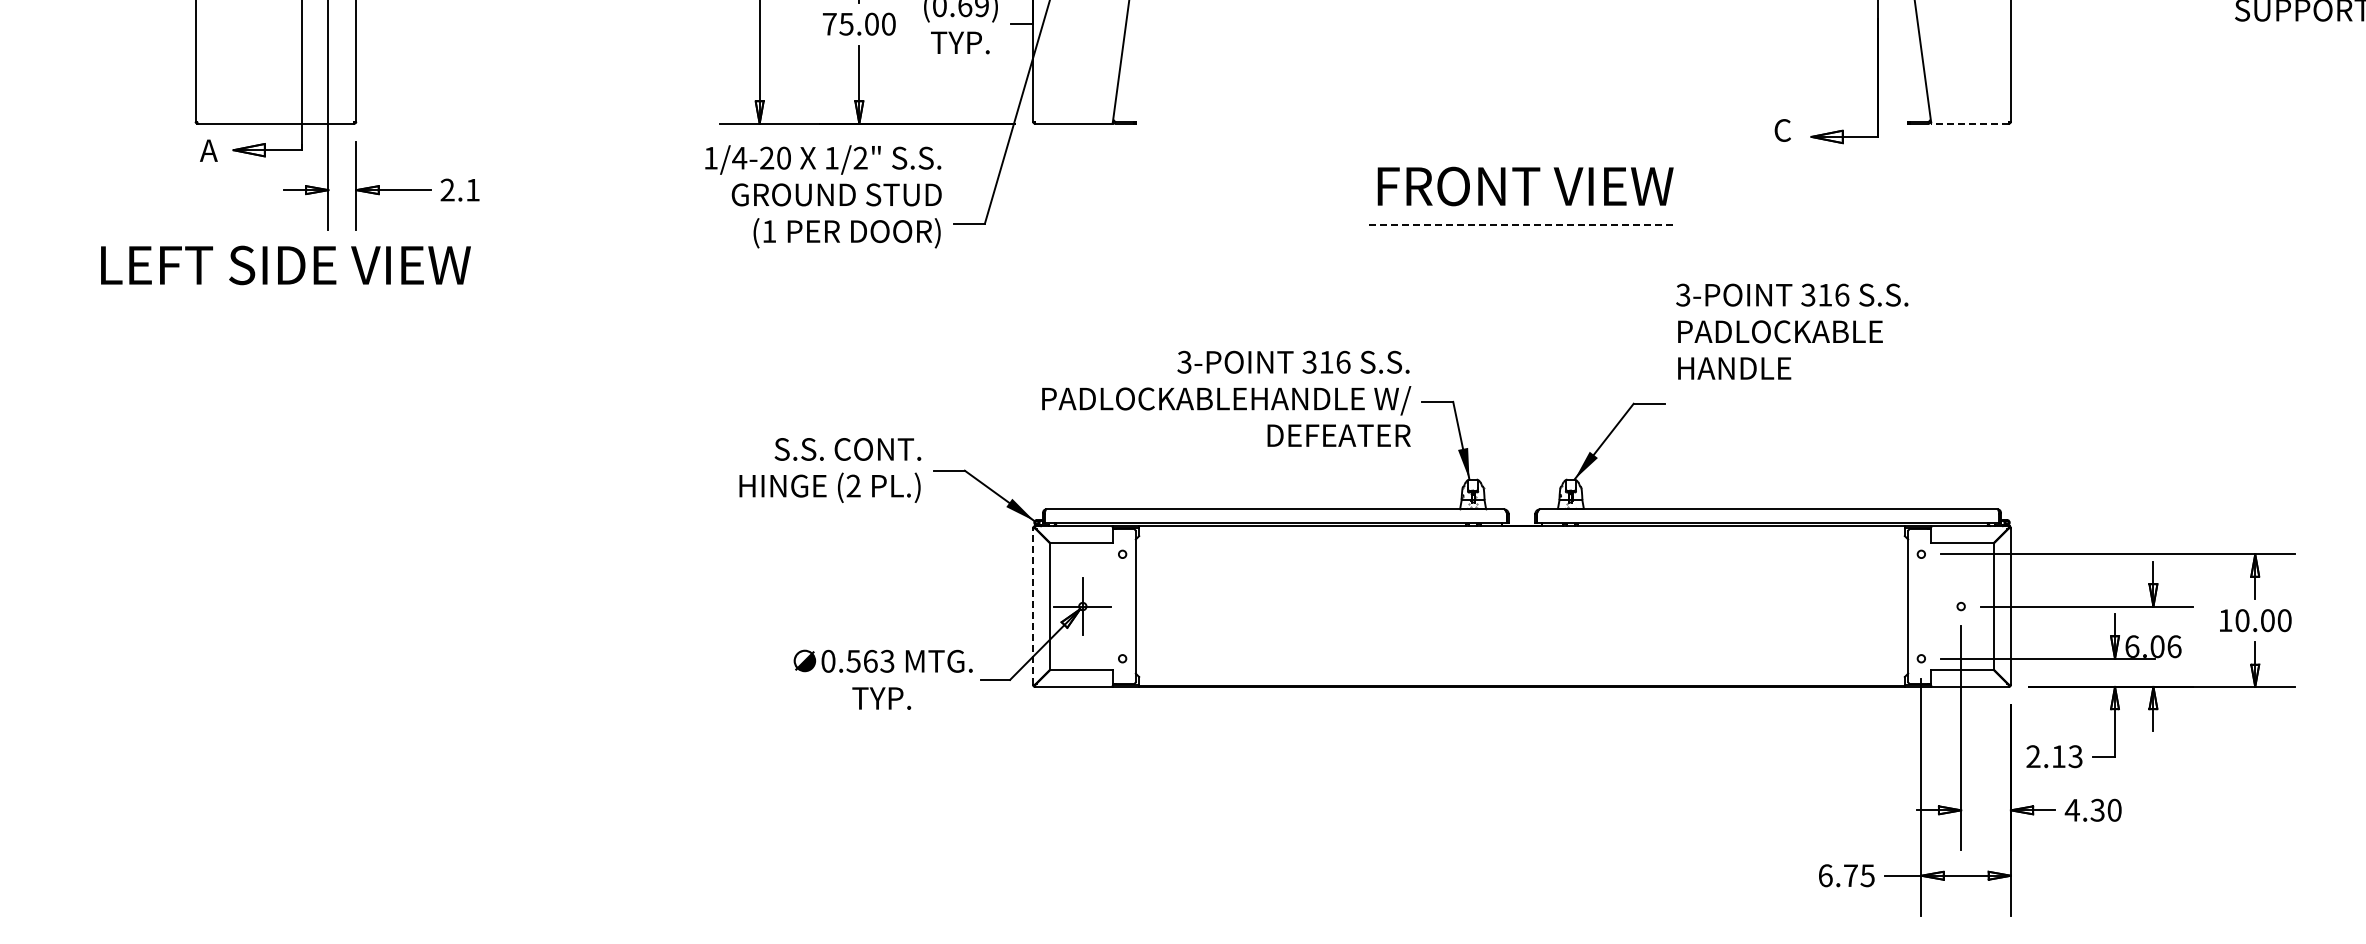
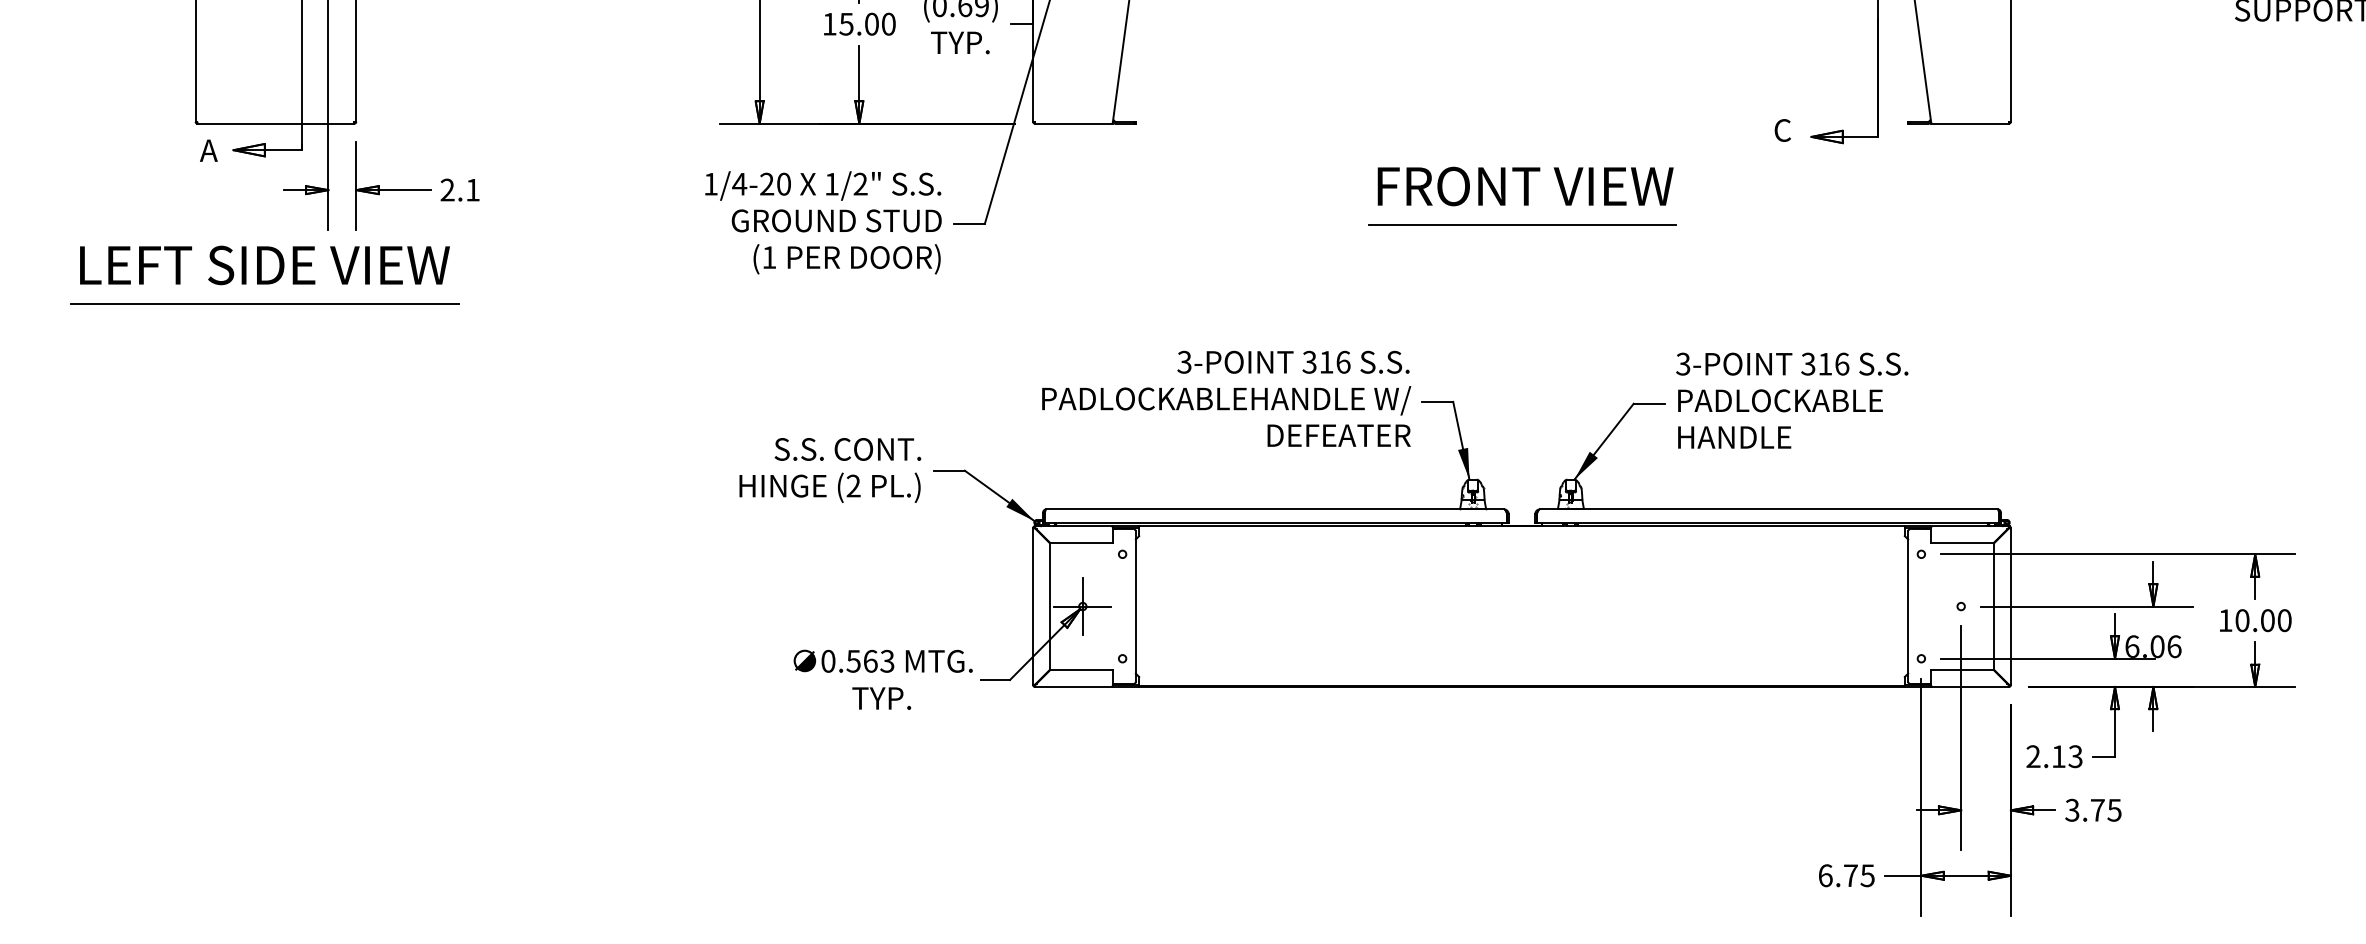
text at (829, 24): 75.00 -> 15.00
line at (1970, 123): dashed -> solid
text at (823, 196) position: (823, 196) -> (823, 222)
line at (1522, 225): dashed -> solid
text at (285, 265) position: (285, 265) -> (264, 265)
line at (264, 304): none -> present
text at (1792, 331) position: (1792, 331) -> (1792, 400)
line at (1033, 606): dashed -> solid
text at (2092, 809): 4.30 -> 3.75
